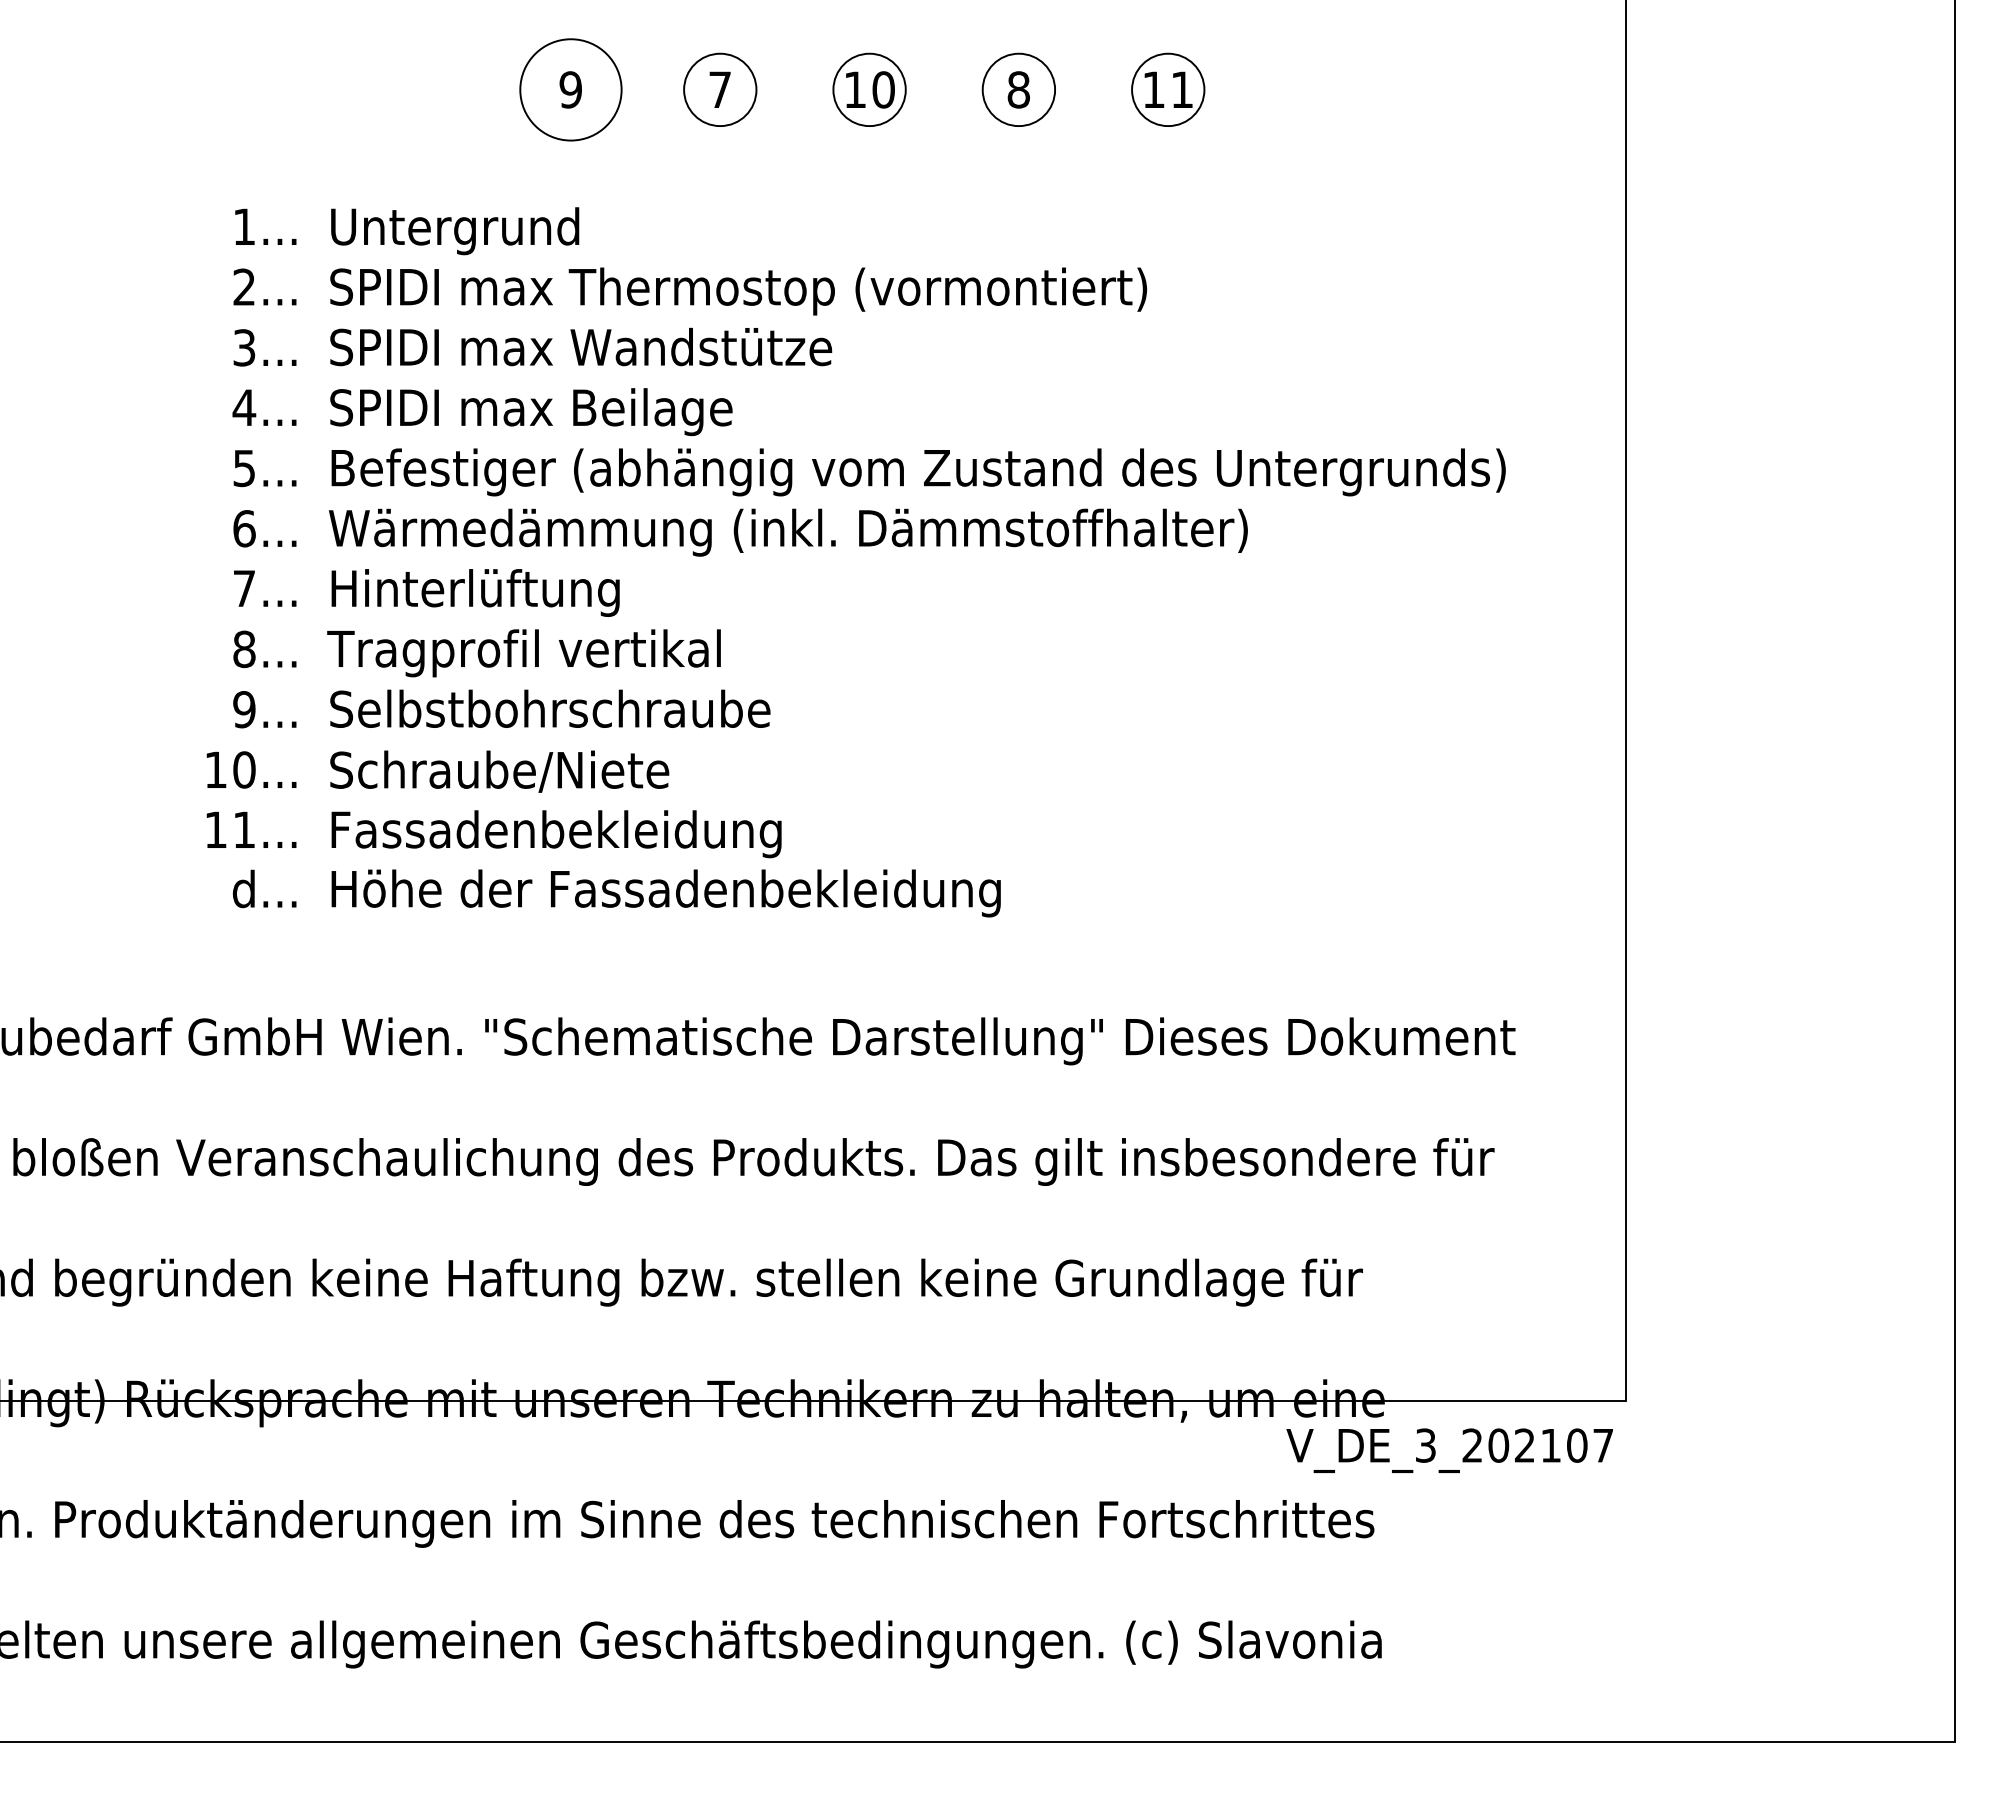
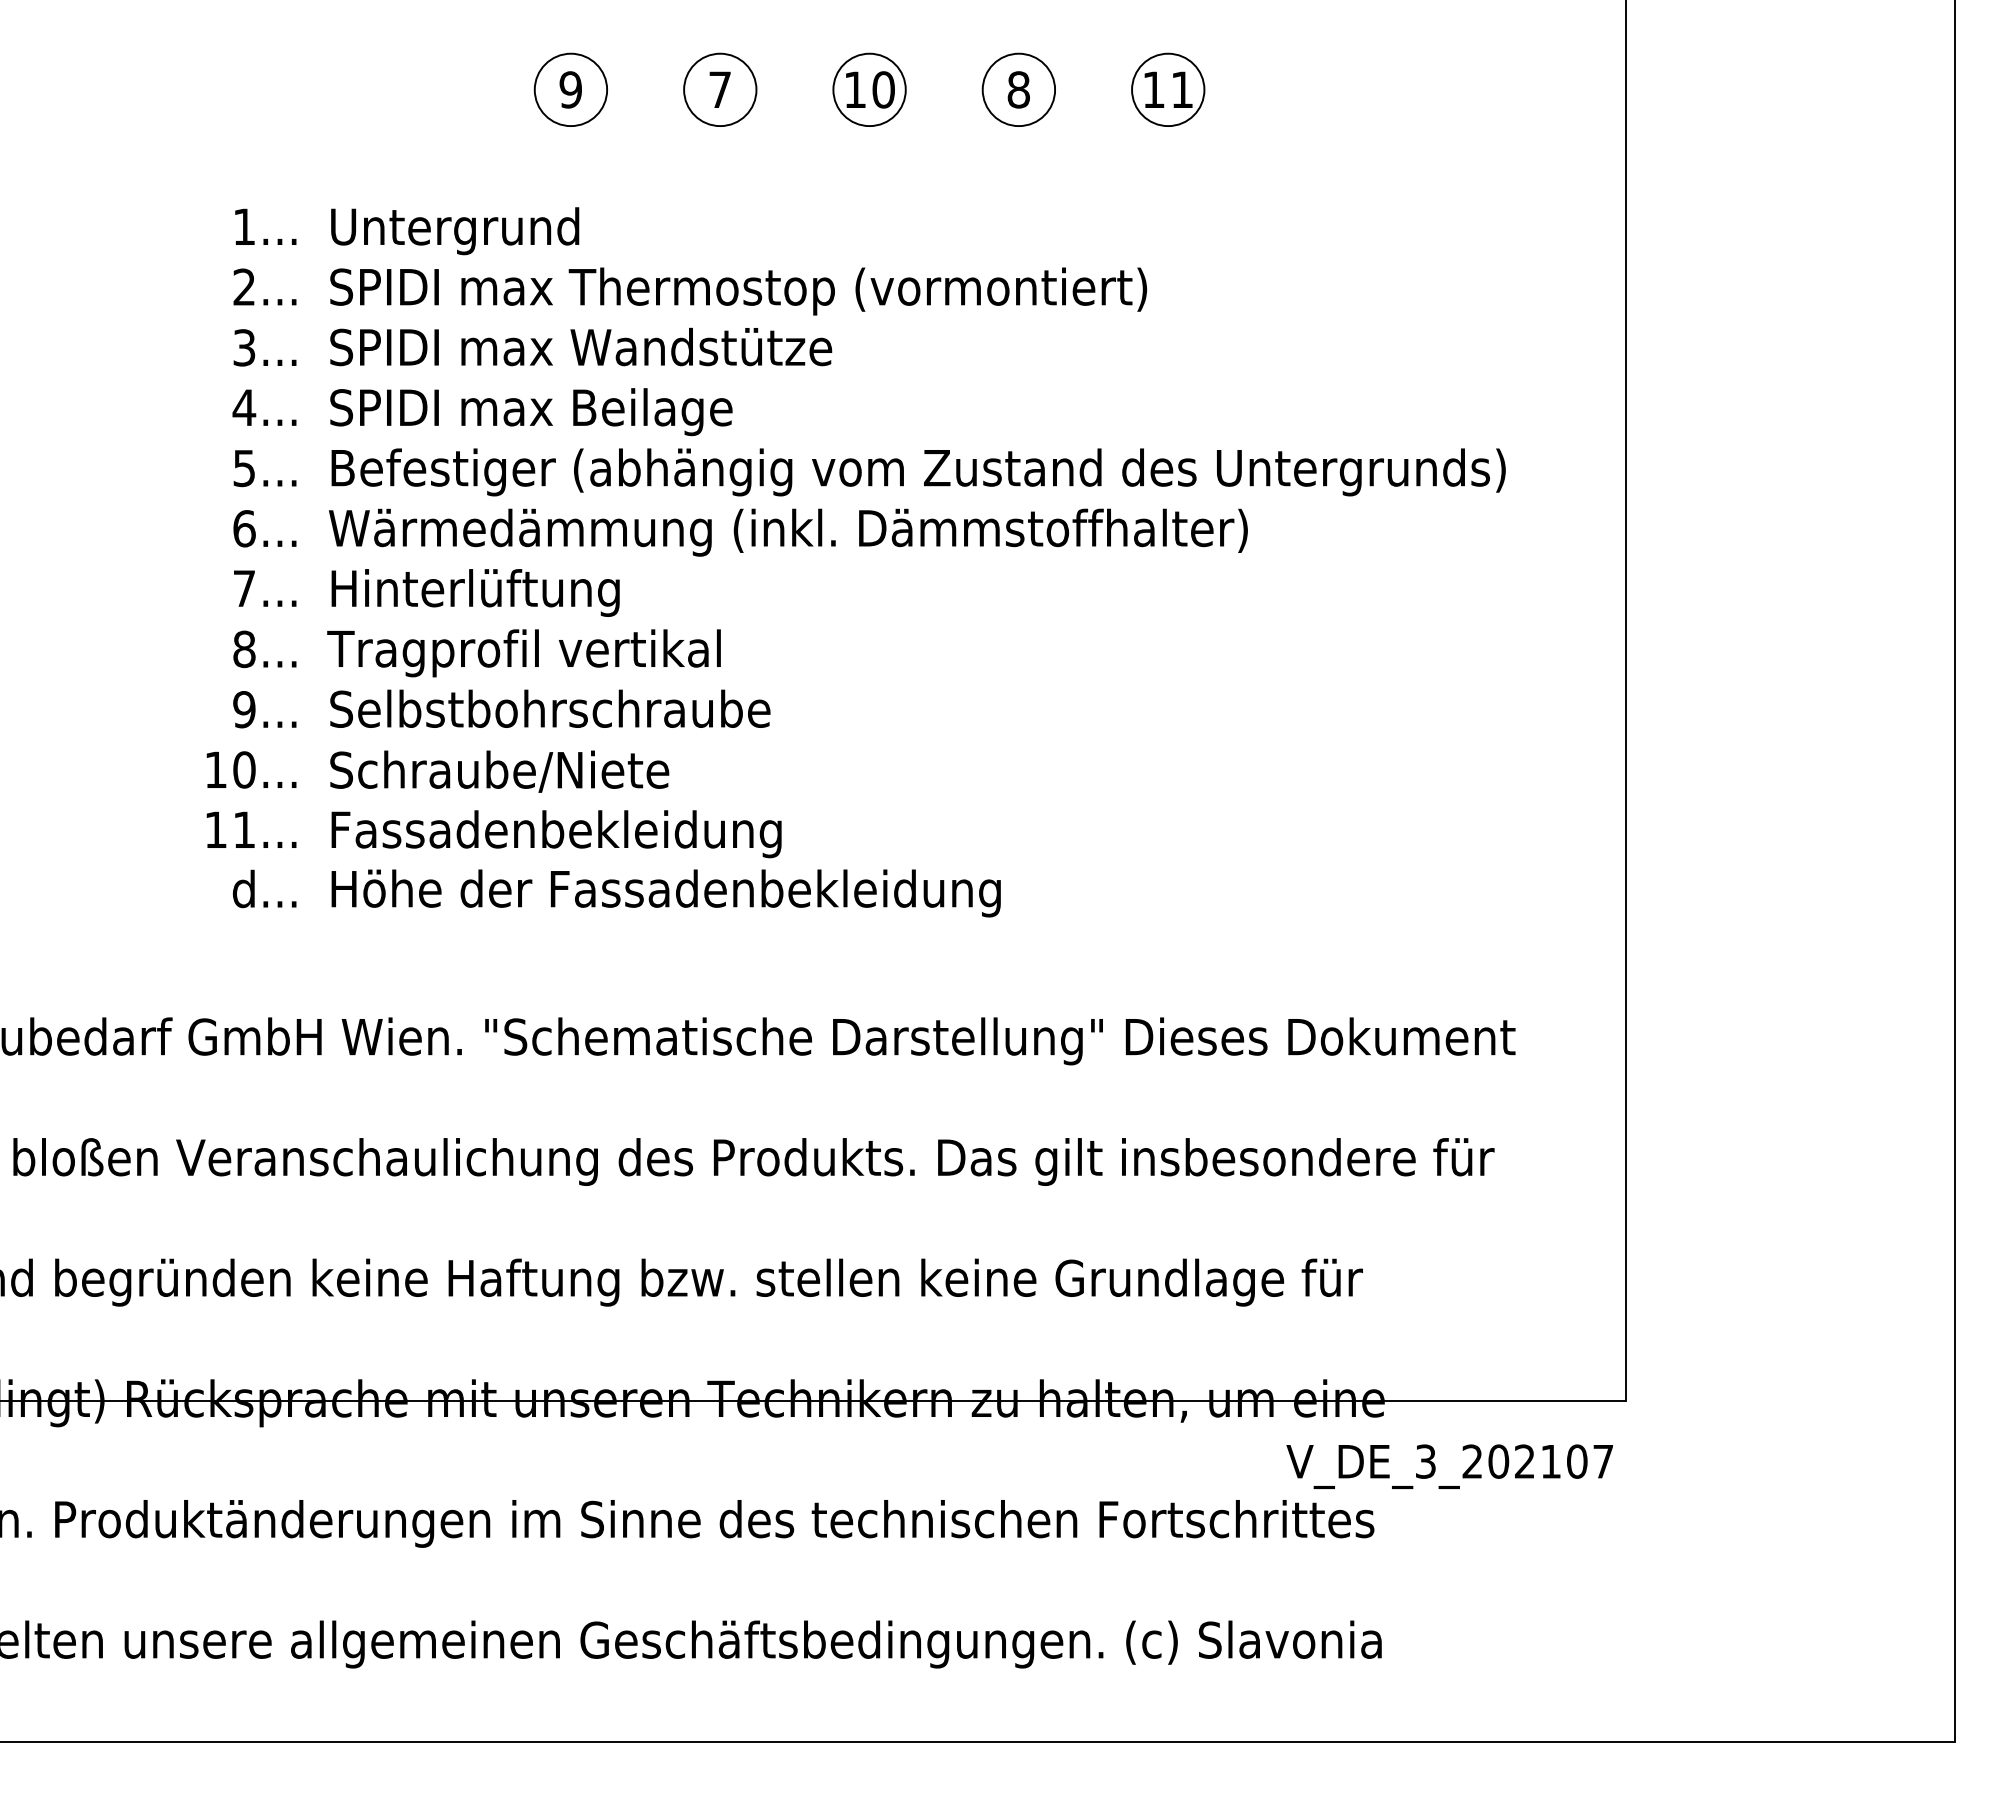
circle at (570, 89) diameter: 101 px -> 72 px
text at (1449, 1450) position: (1449, 1450) -> (1449, 1466)
